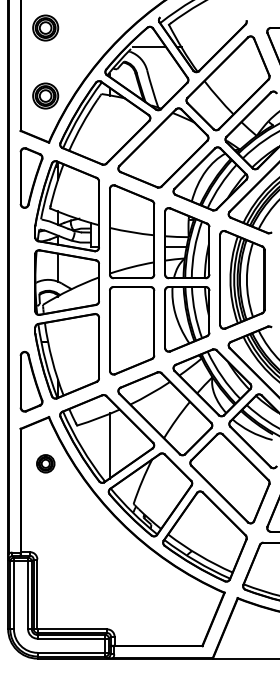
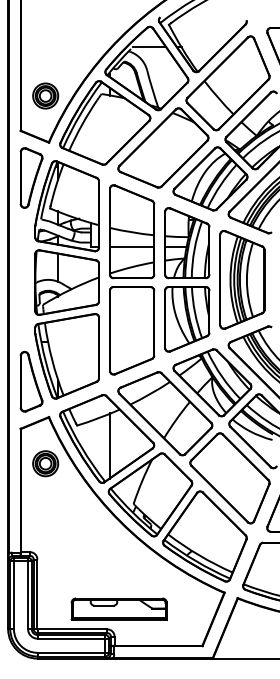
part at (45, 27): present -> none
line at (132, 247): none -> present
part at (45, 463) size: 20x20 px -> 28x28 px
part at (118, 608): none -> present
